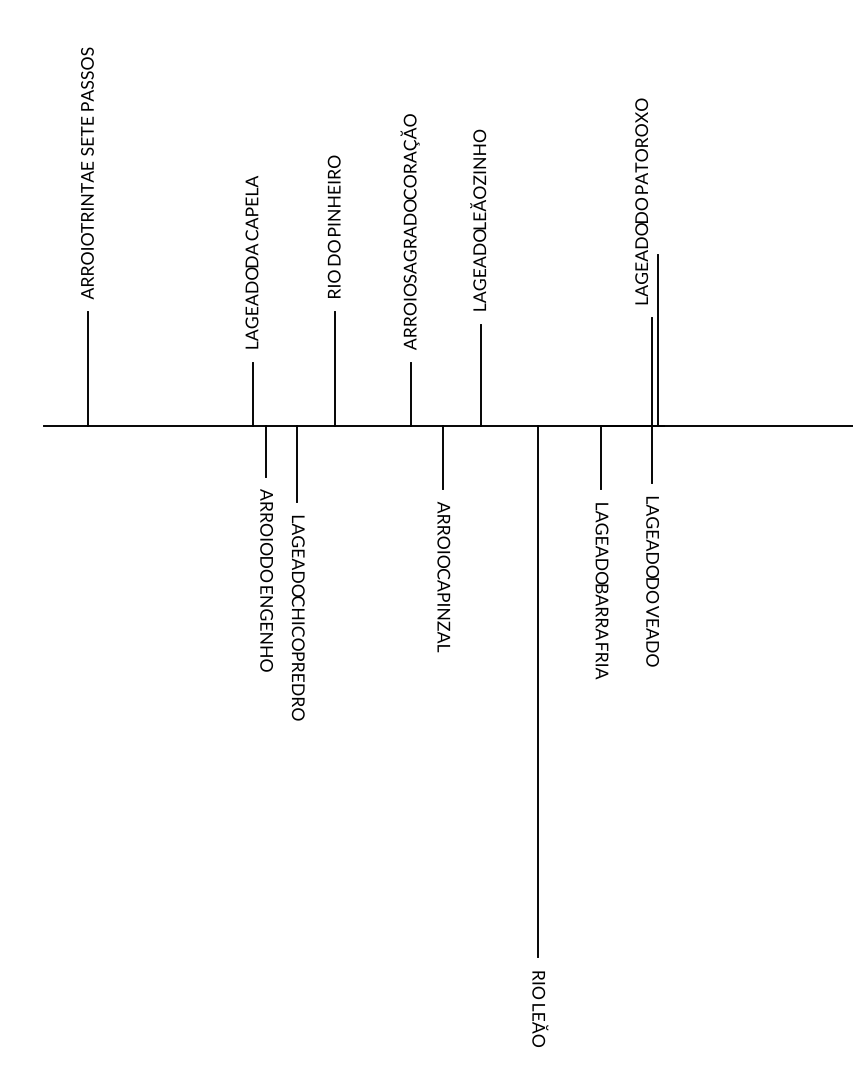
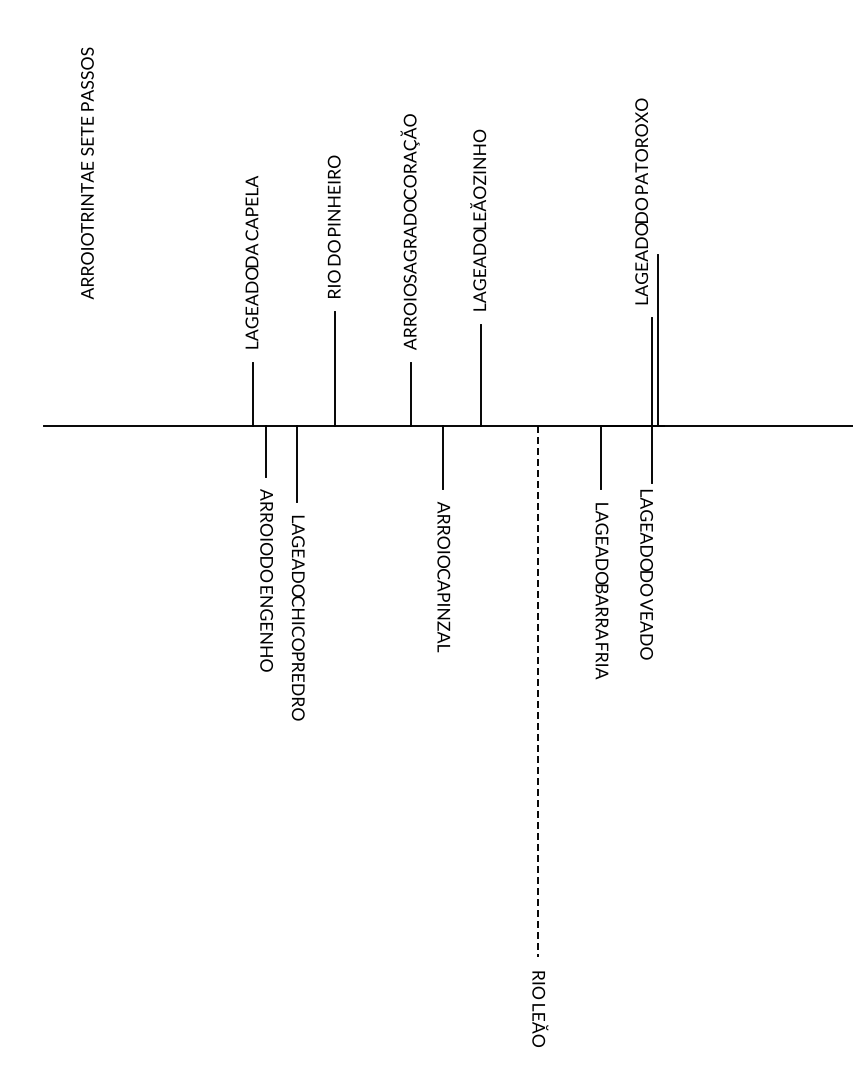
line at (88, 368): present -> none
text at (652, 581) position: (652, 581) -> (646, 574)
line at (537, 691): solid -> dashed
